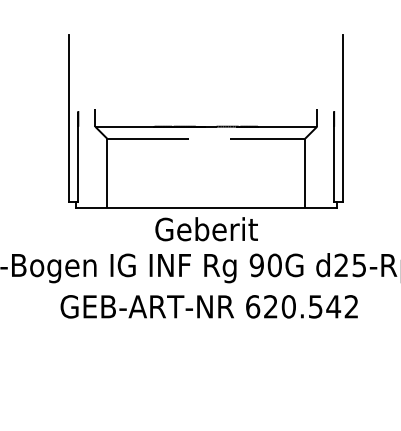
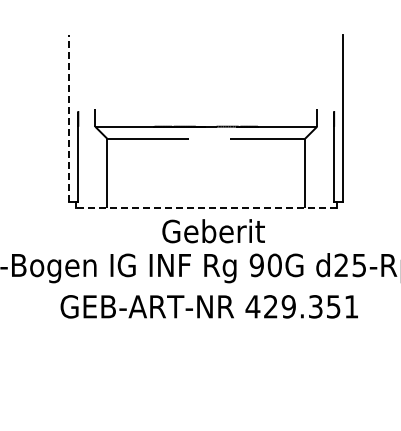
line at (69, 118): solid -> dashed
line at (206, 208): solid -> dashed
text at (206, 229) position: (206, 229) -> (213, 231)
text at (301, 306): 620.542 -> 429.351
